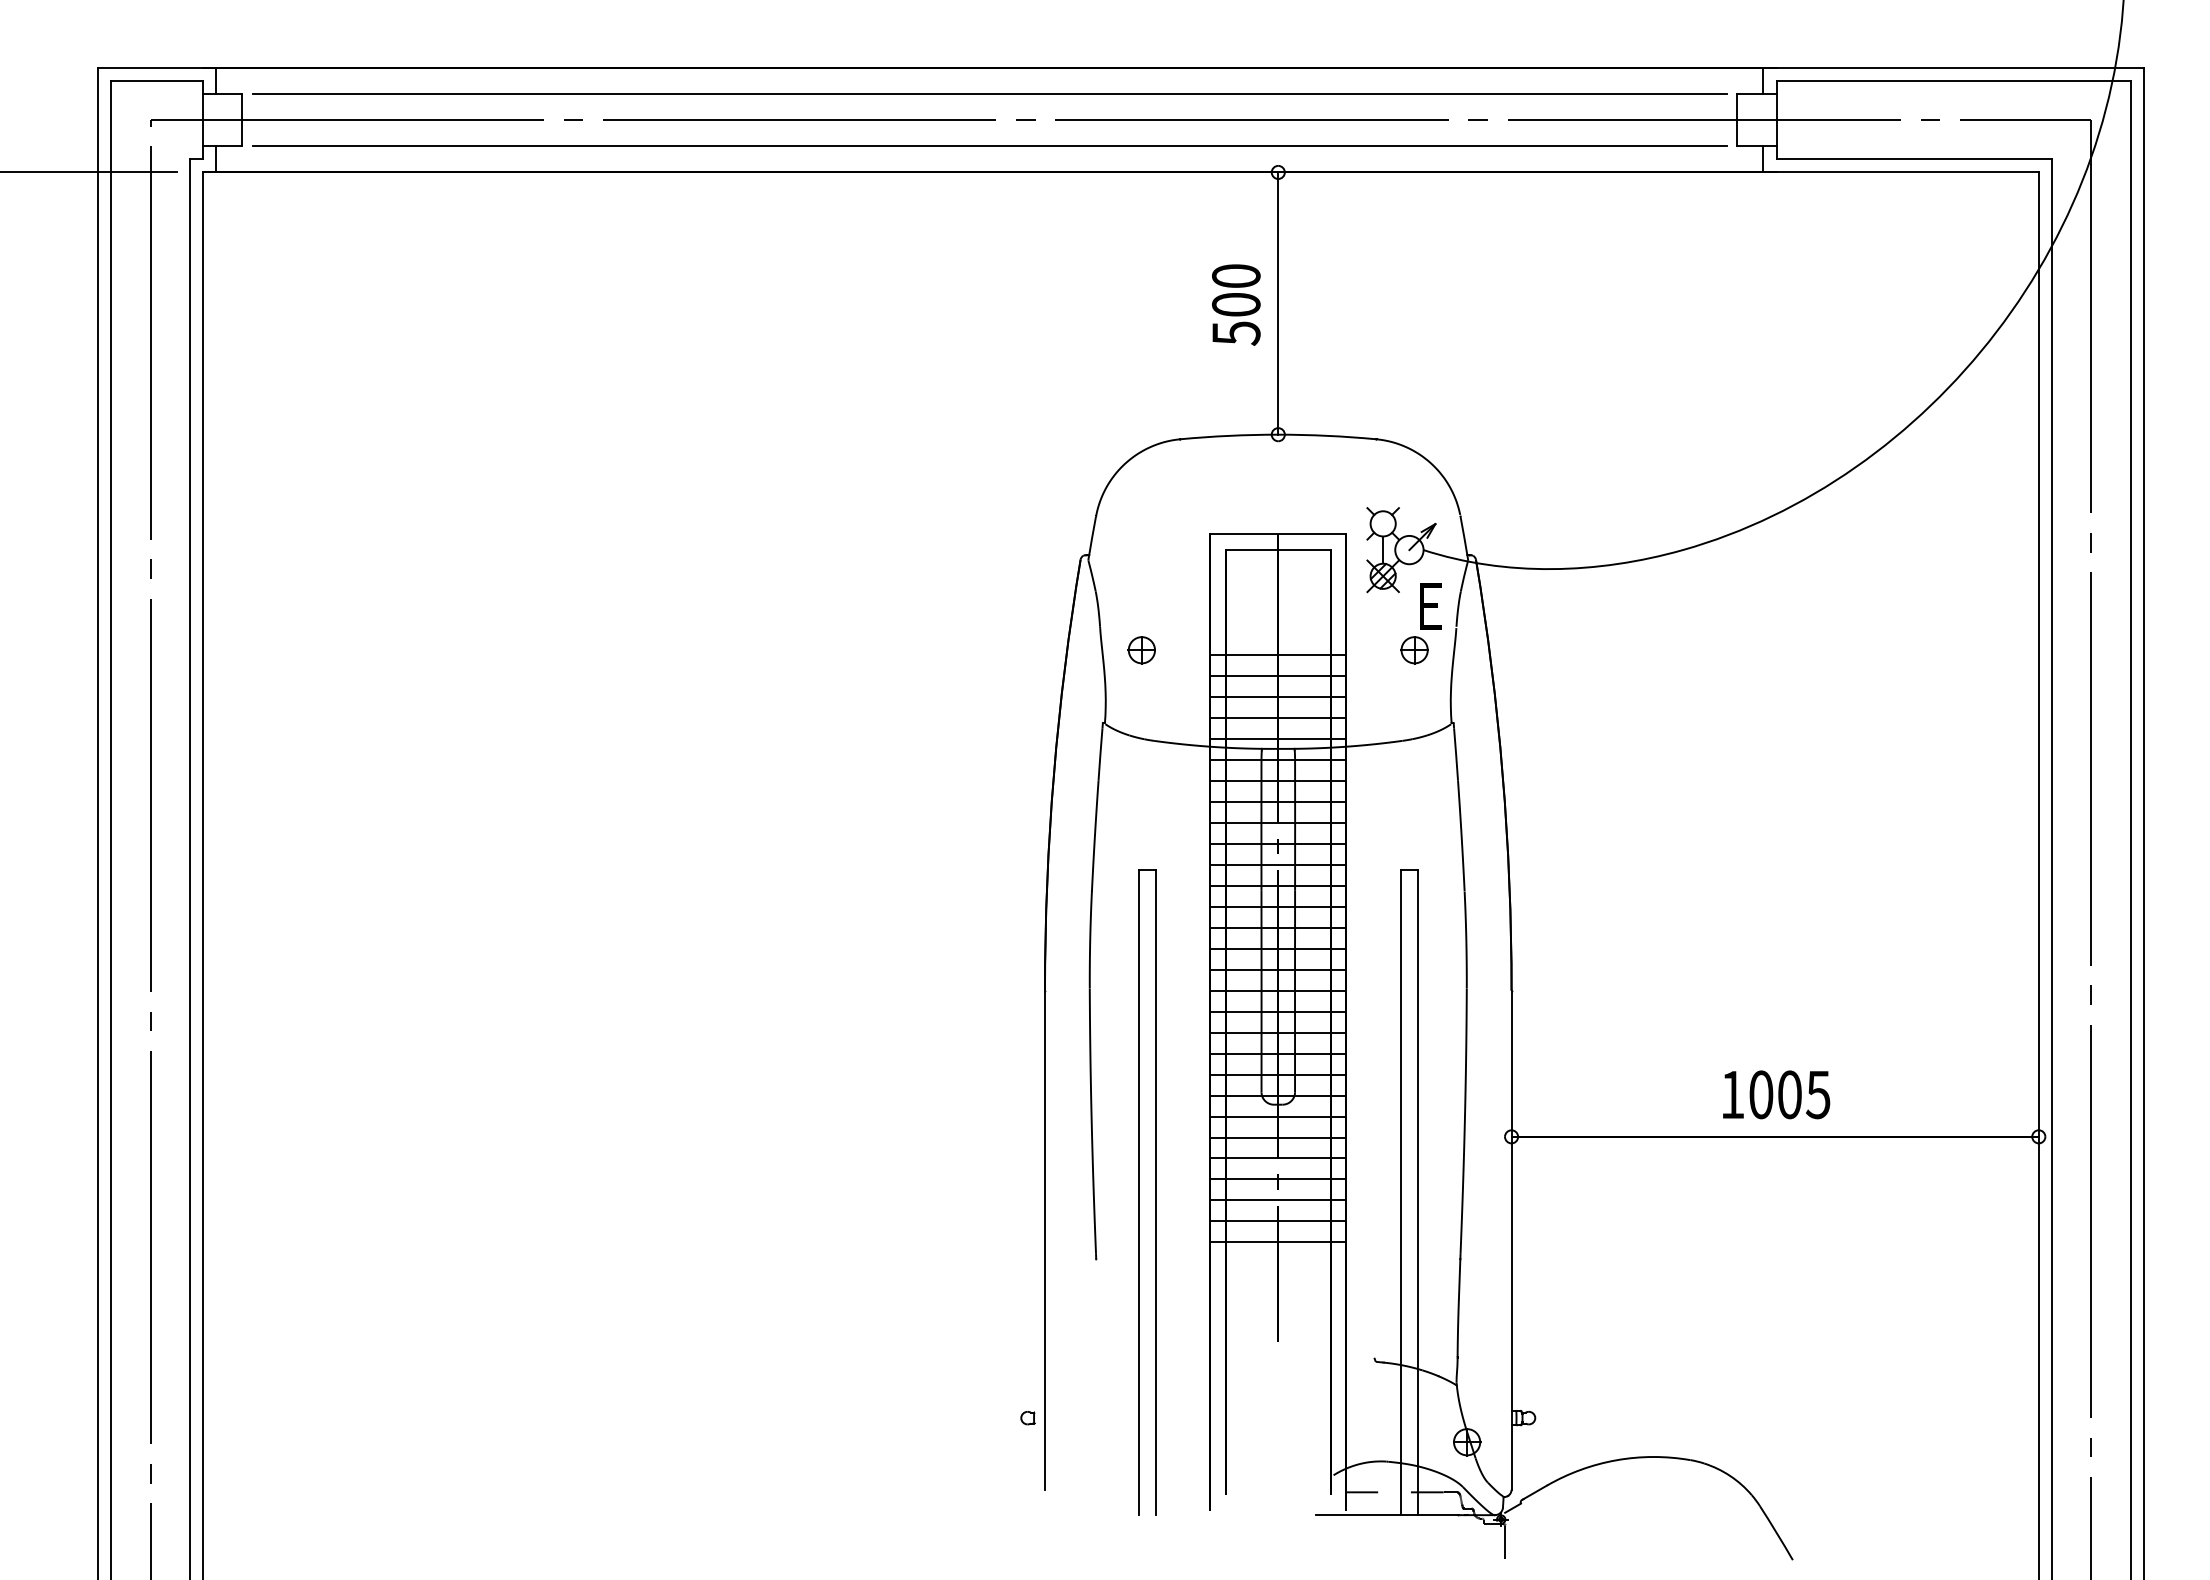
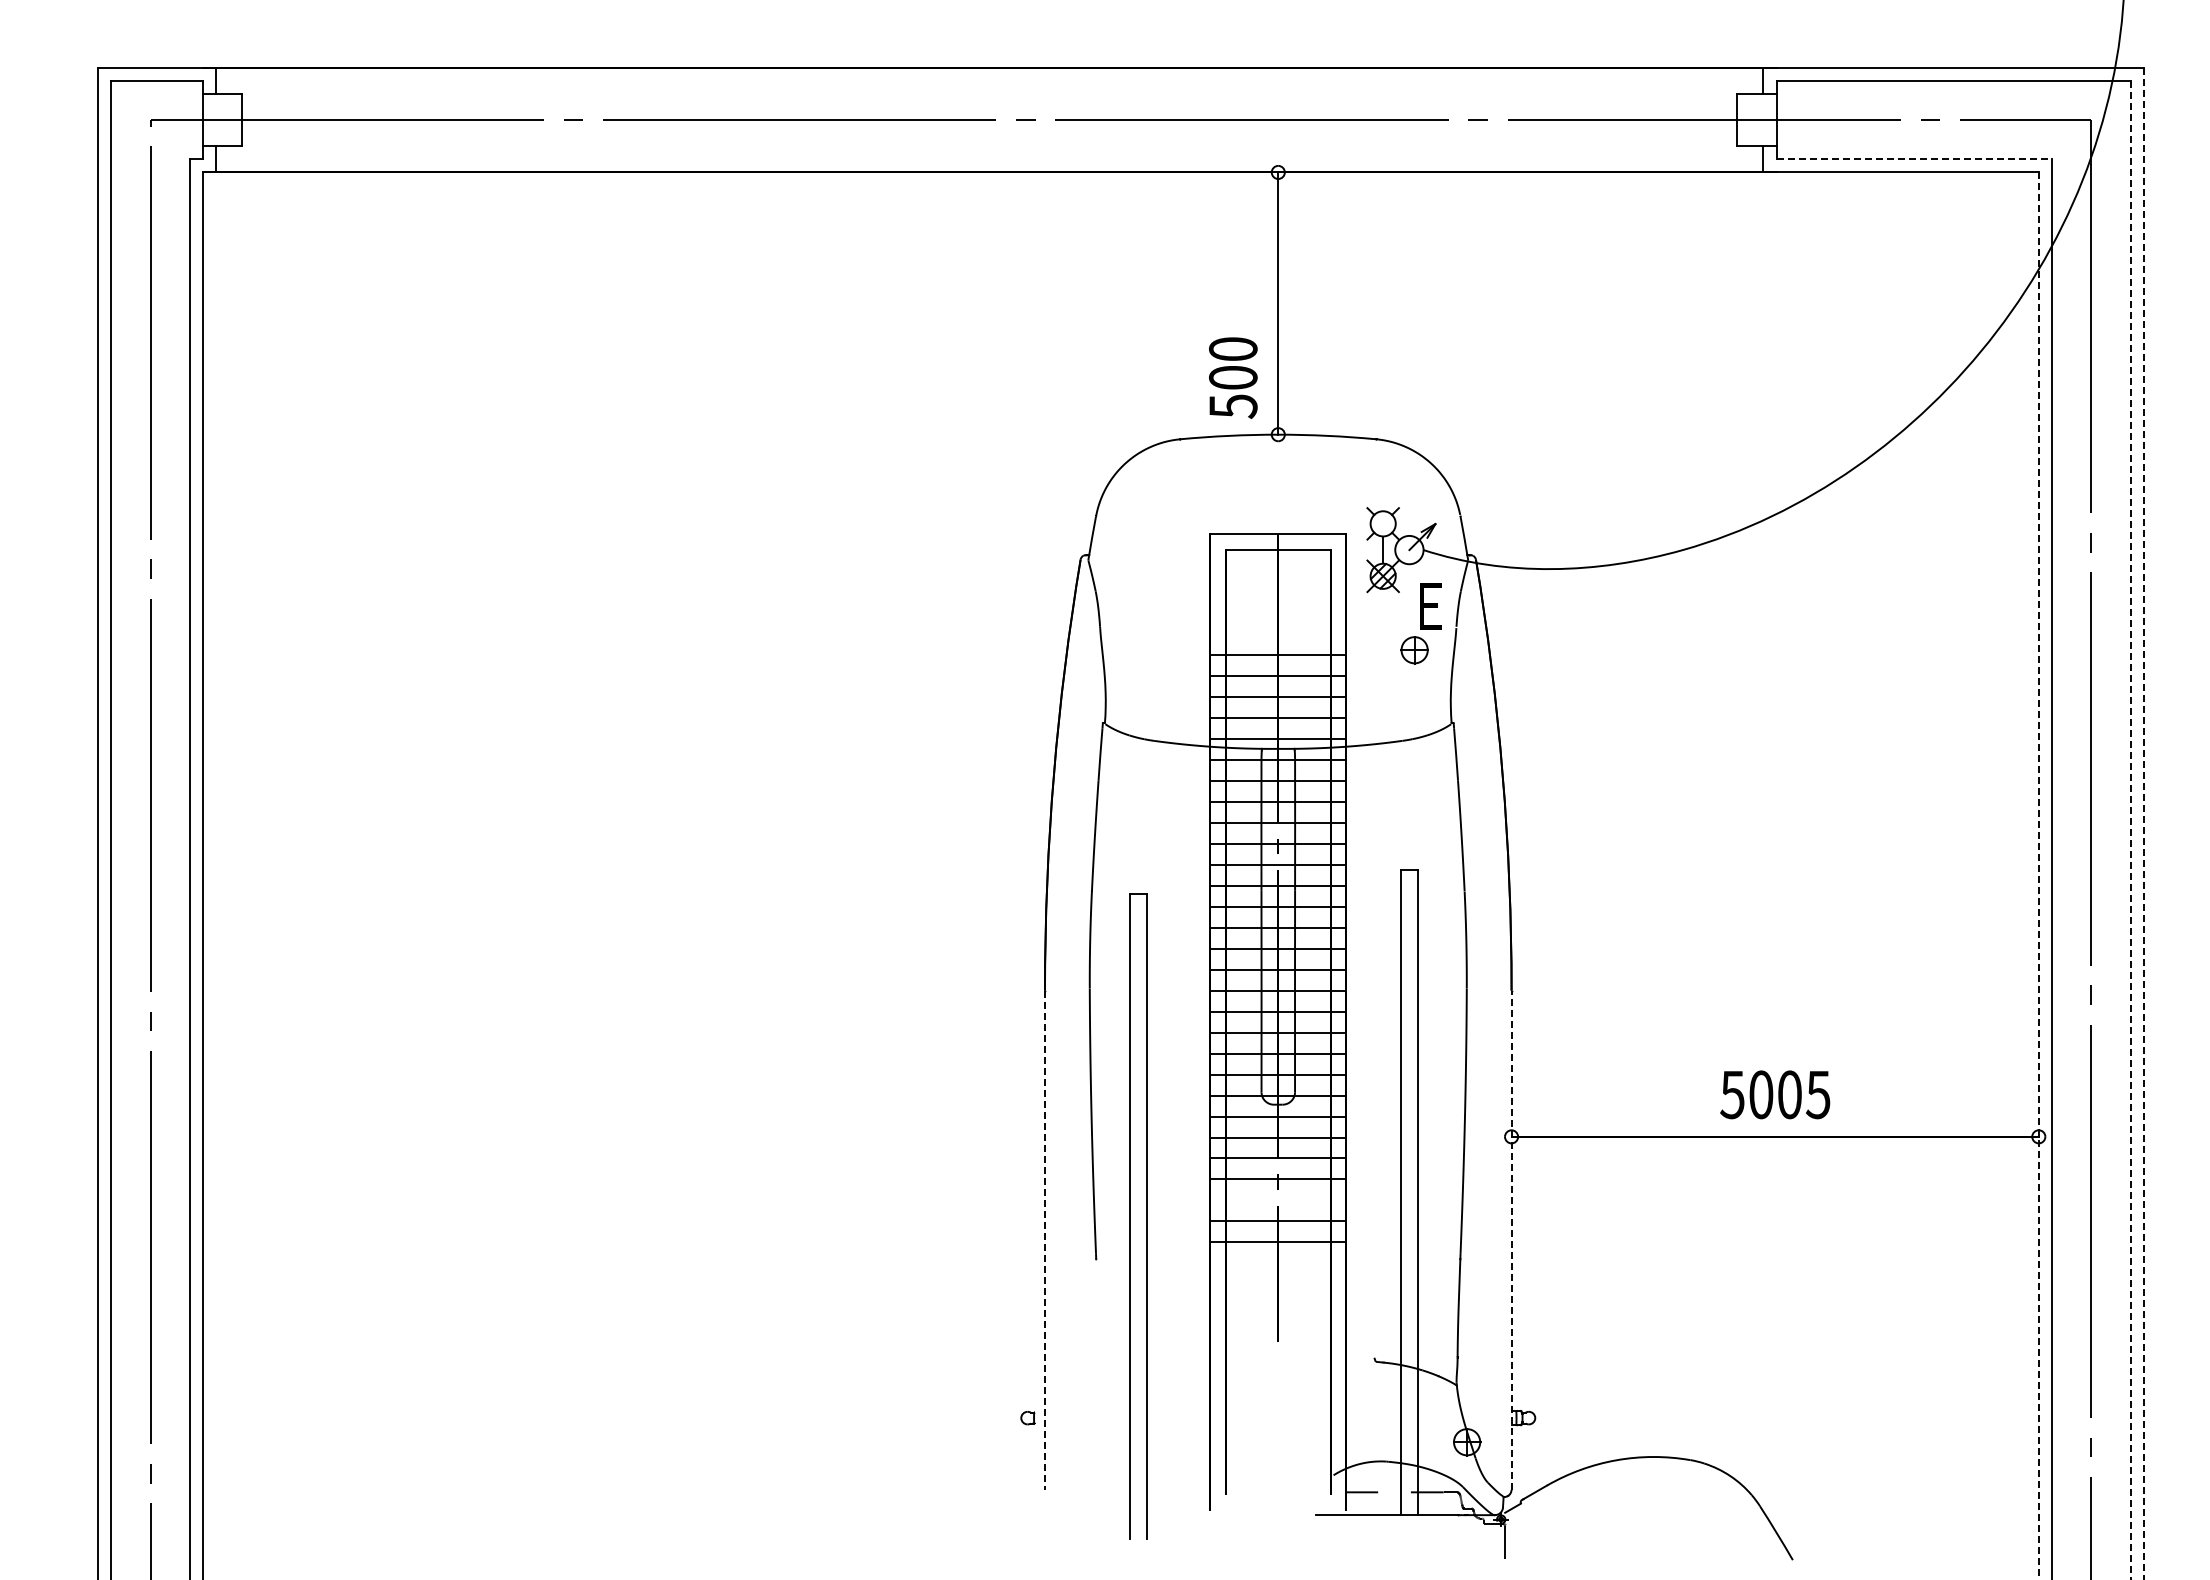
line at (989, 93): present -> none
line at (989, 146): present -> none
line at (1914, 159): solid -> dashed
line at (89, 172): present -> none
text at (1236, 304) position: (1236, 304) -> (1233, 377)
part at (1141, 650): present -> none
line at (2143, 823): solid -> dashed
line at (2130, 830): solid -> dashed
line at (2038, 876): solid -> dashed
text at (1732, 1095): 1005 -> 5005
part at (1139, 1192) position: (1139, 1192) -> (1130, 1216)
line at (1278, 1200): present -> none
line at (1045, 1240): solid -> dashed
line at (1511, 1240): solid -> dashed
